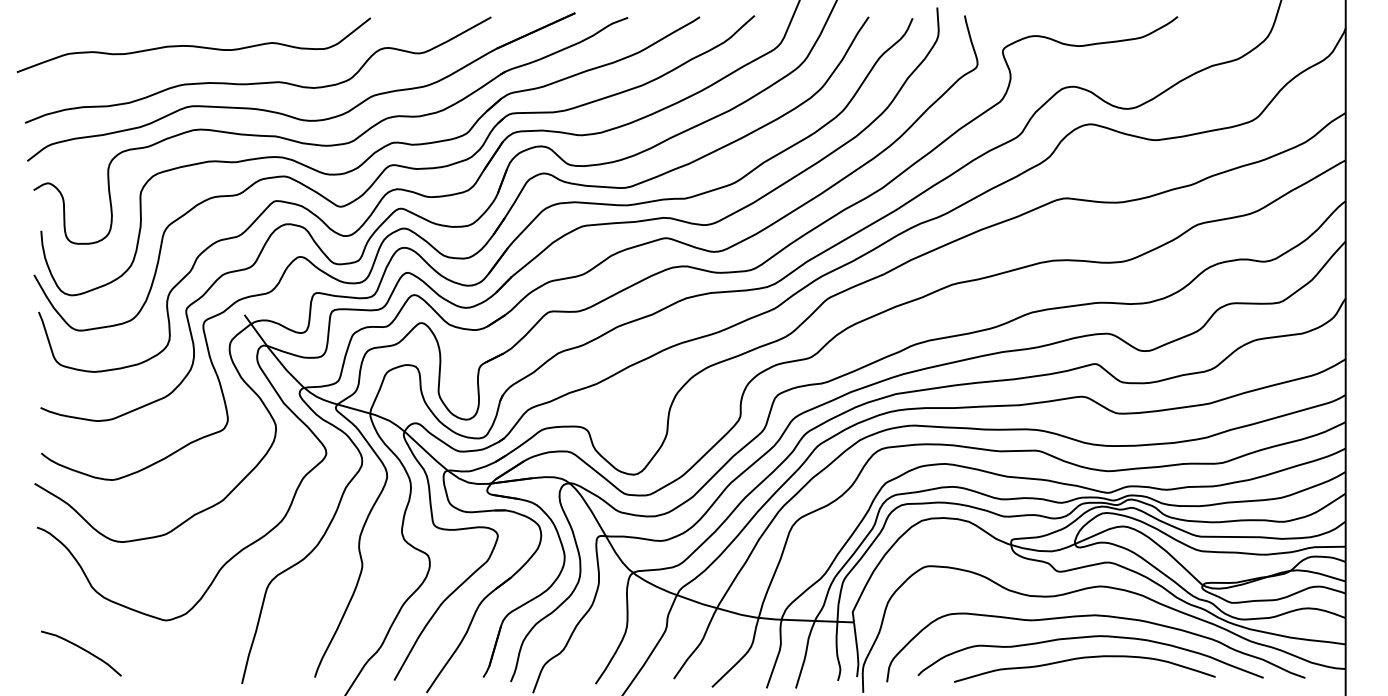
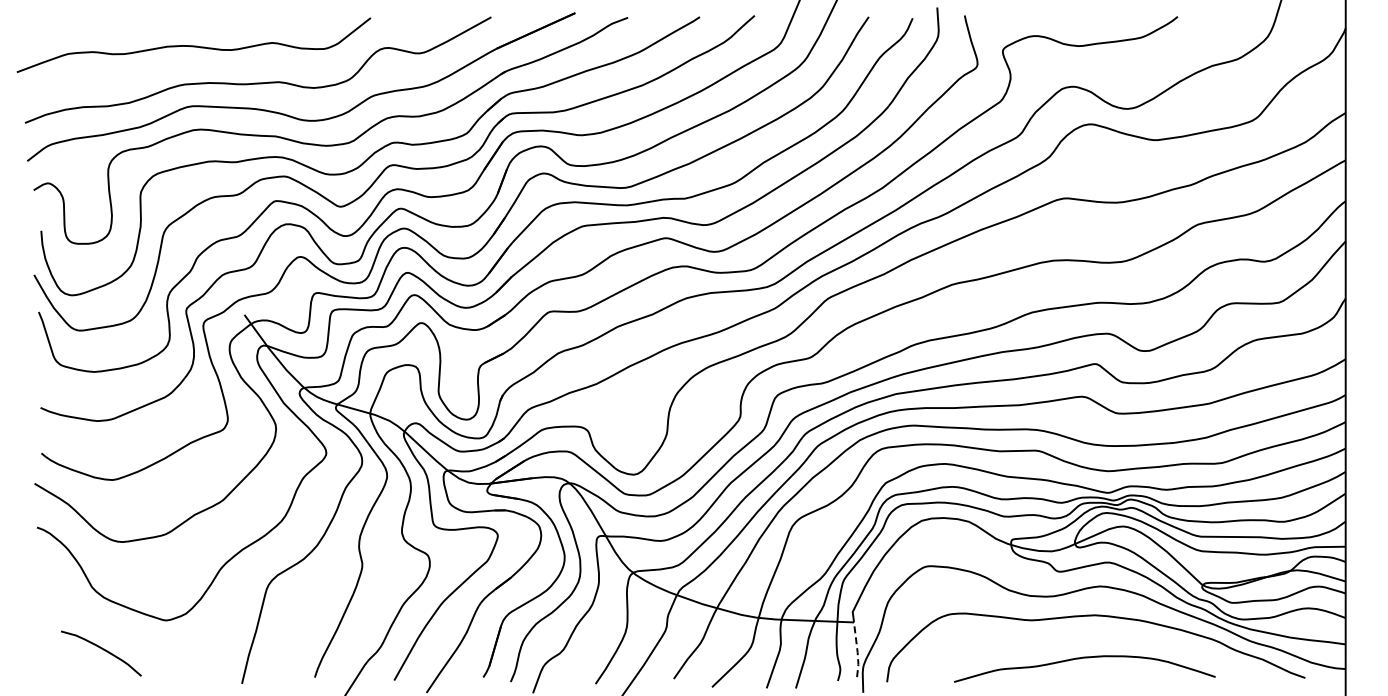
curve at (1084, 638): present -> none
curve at (83, 650) position: (83, 650) -> (103, 650)
line at (857, 650): solid -> dashed
